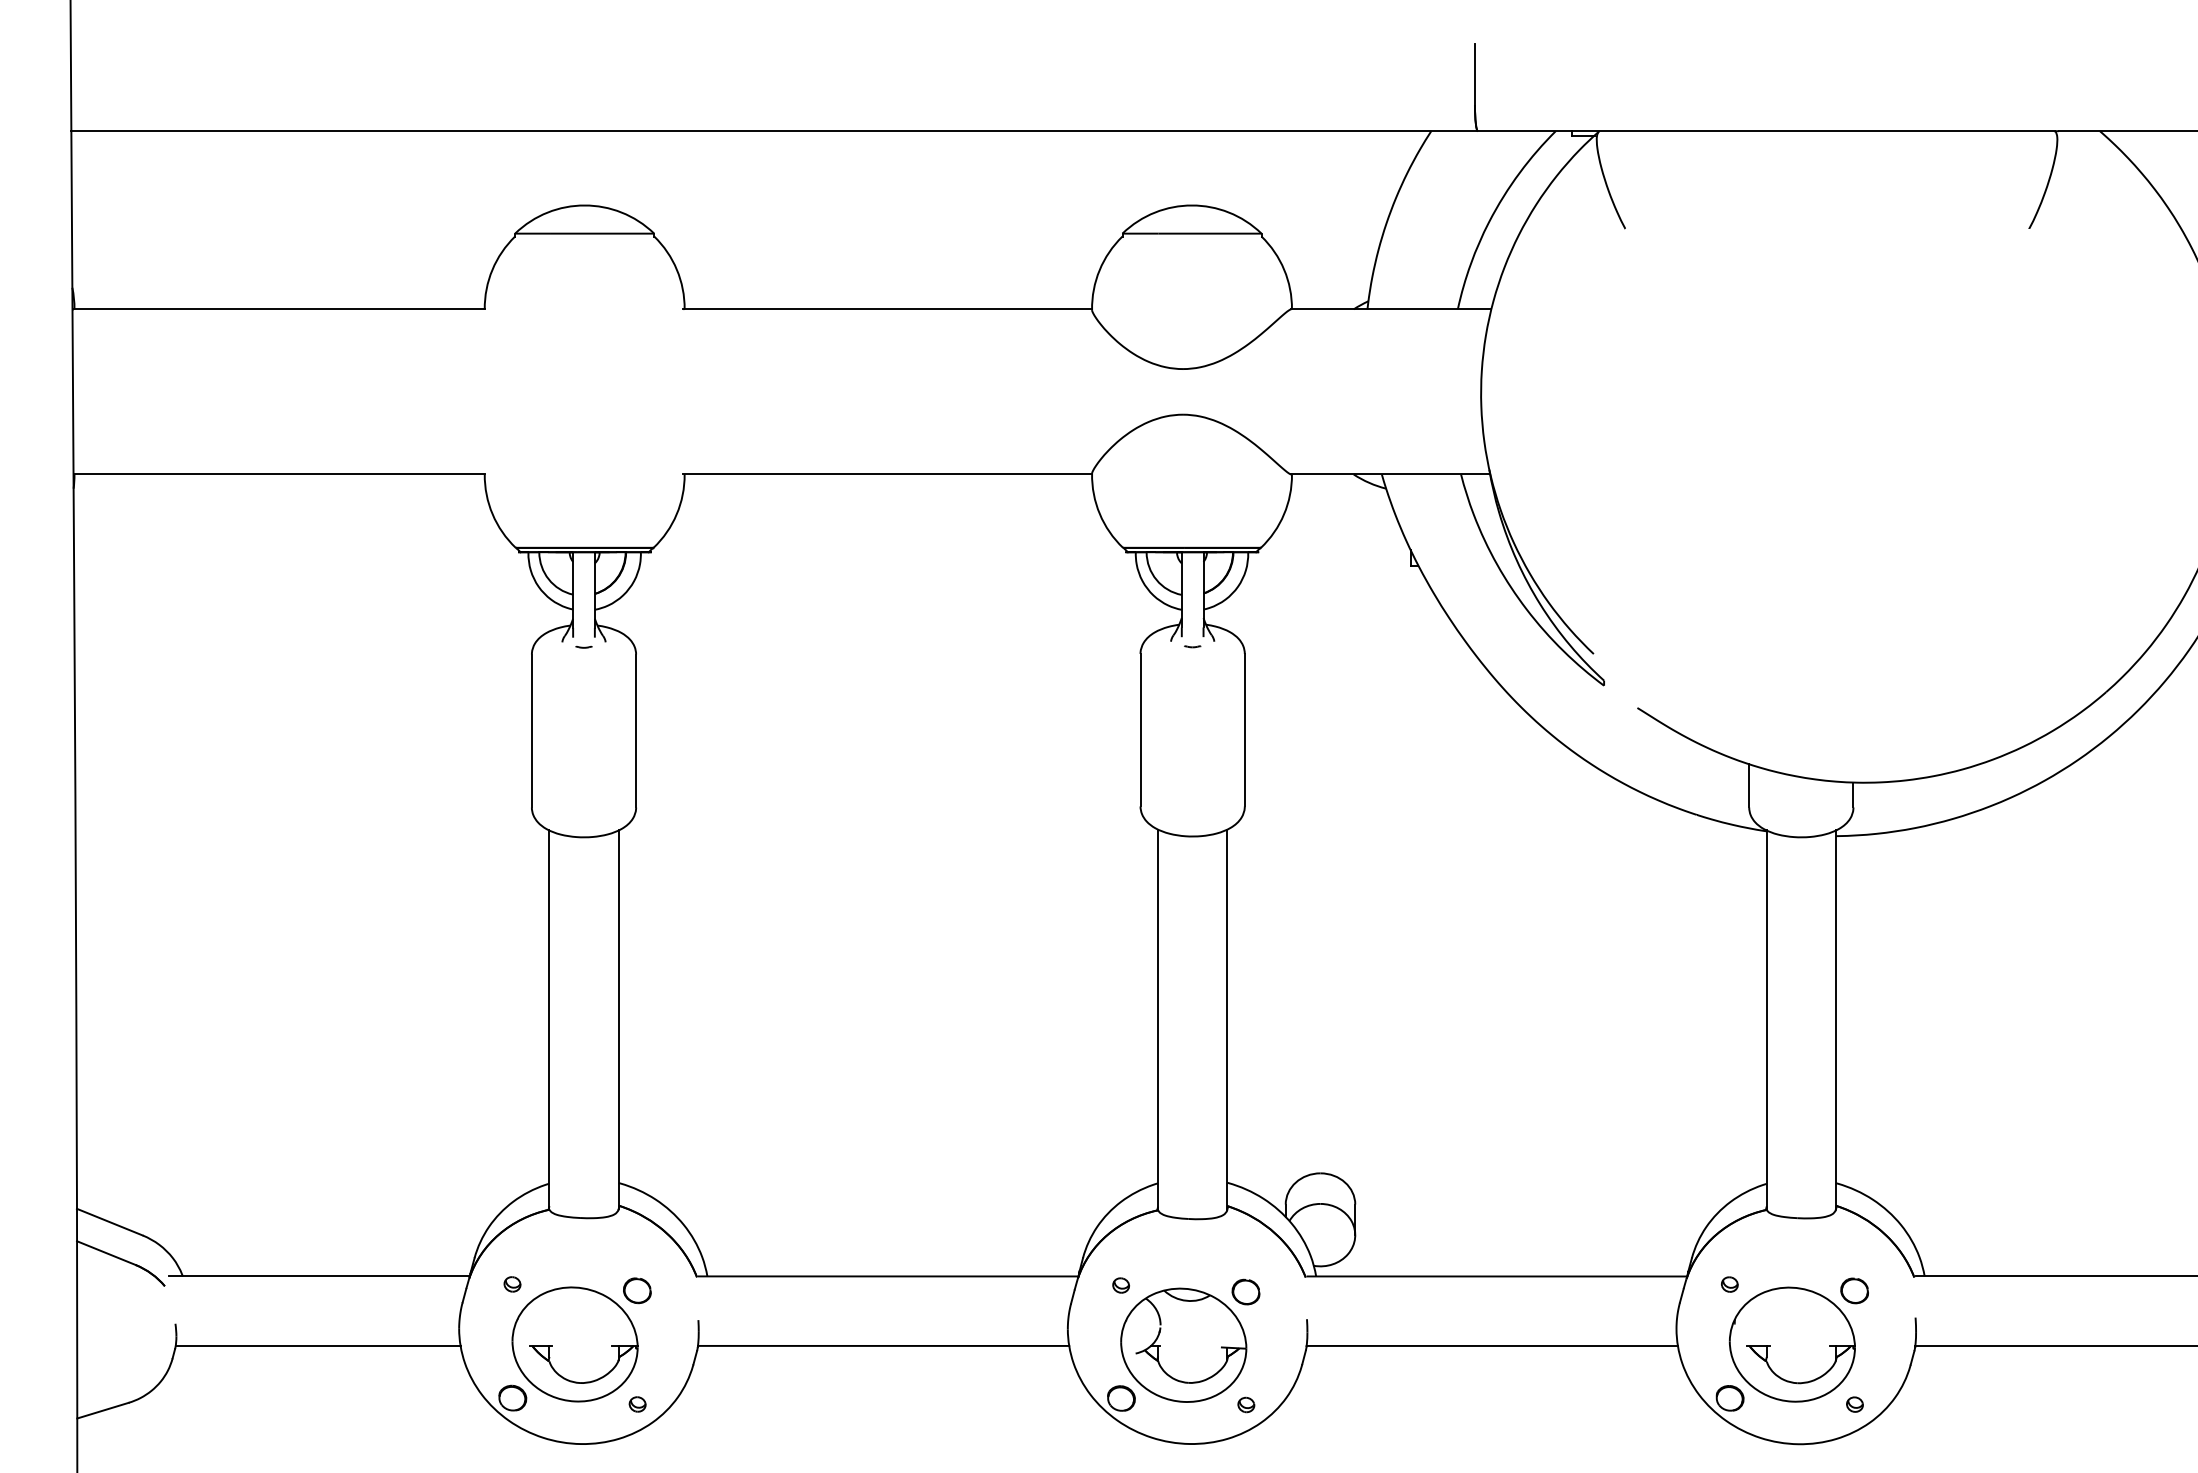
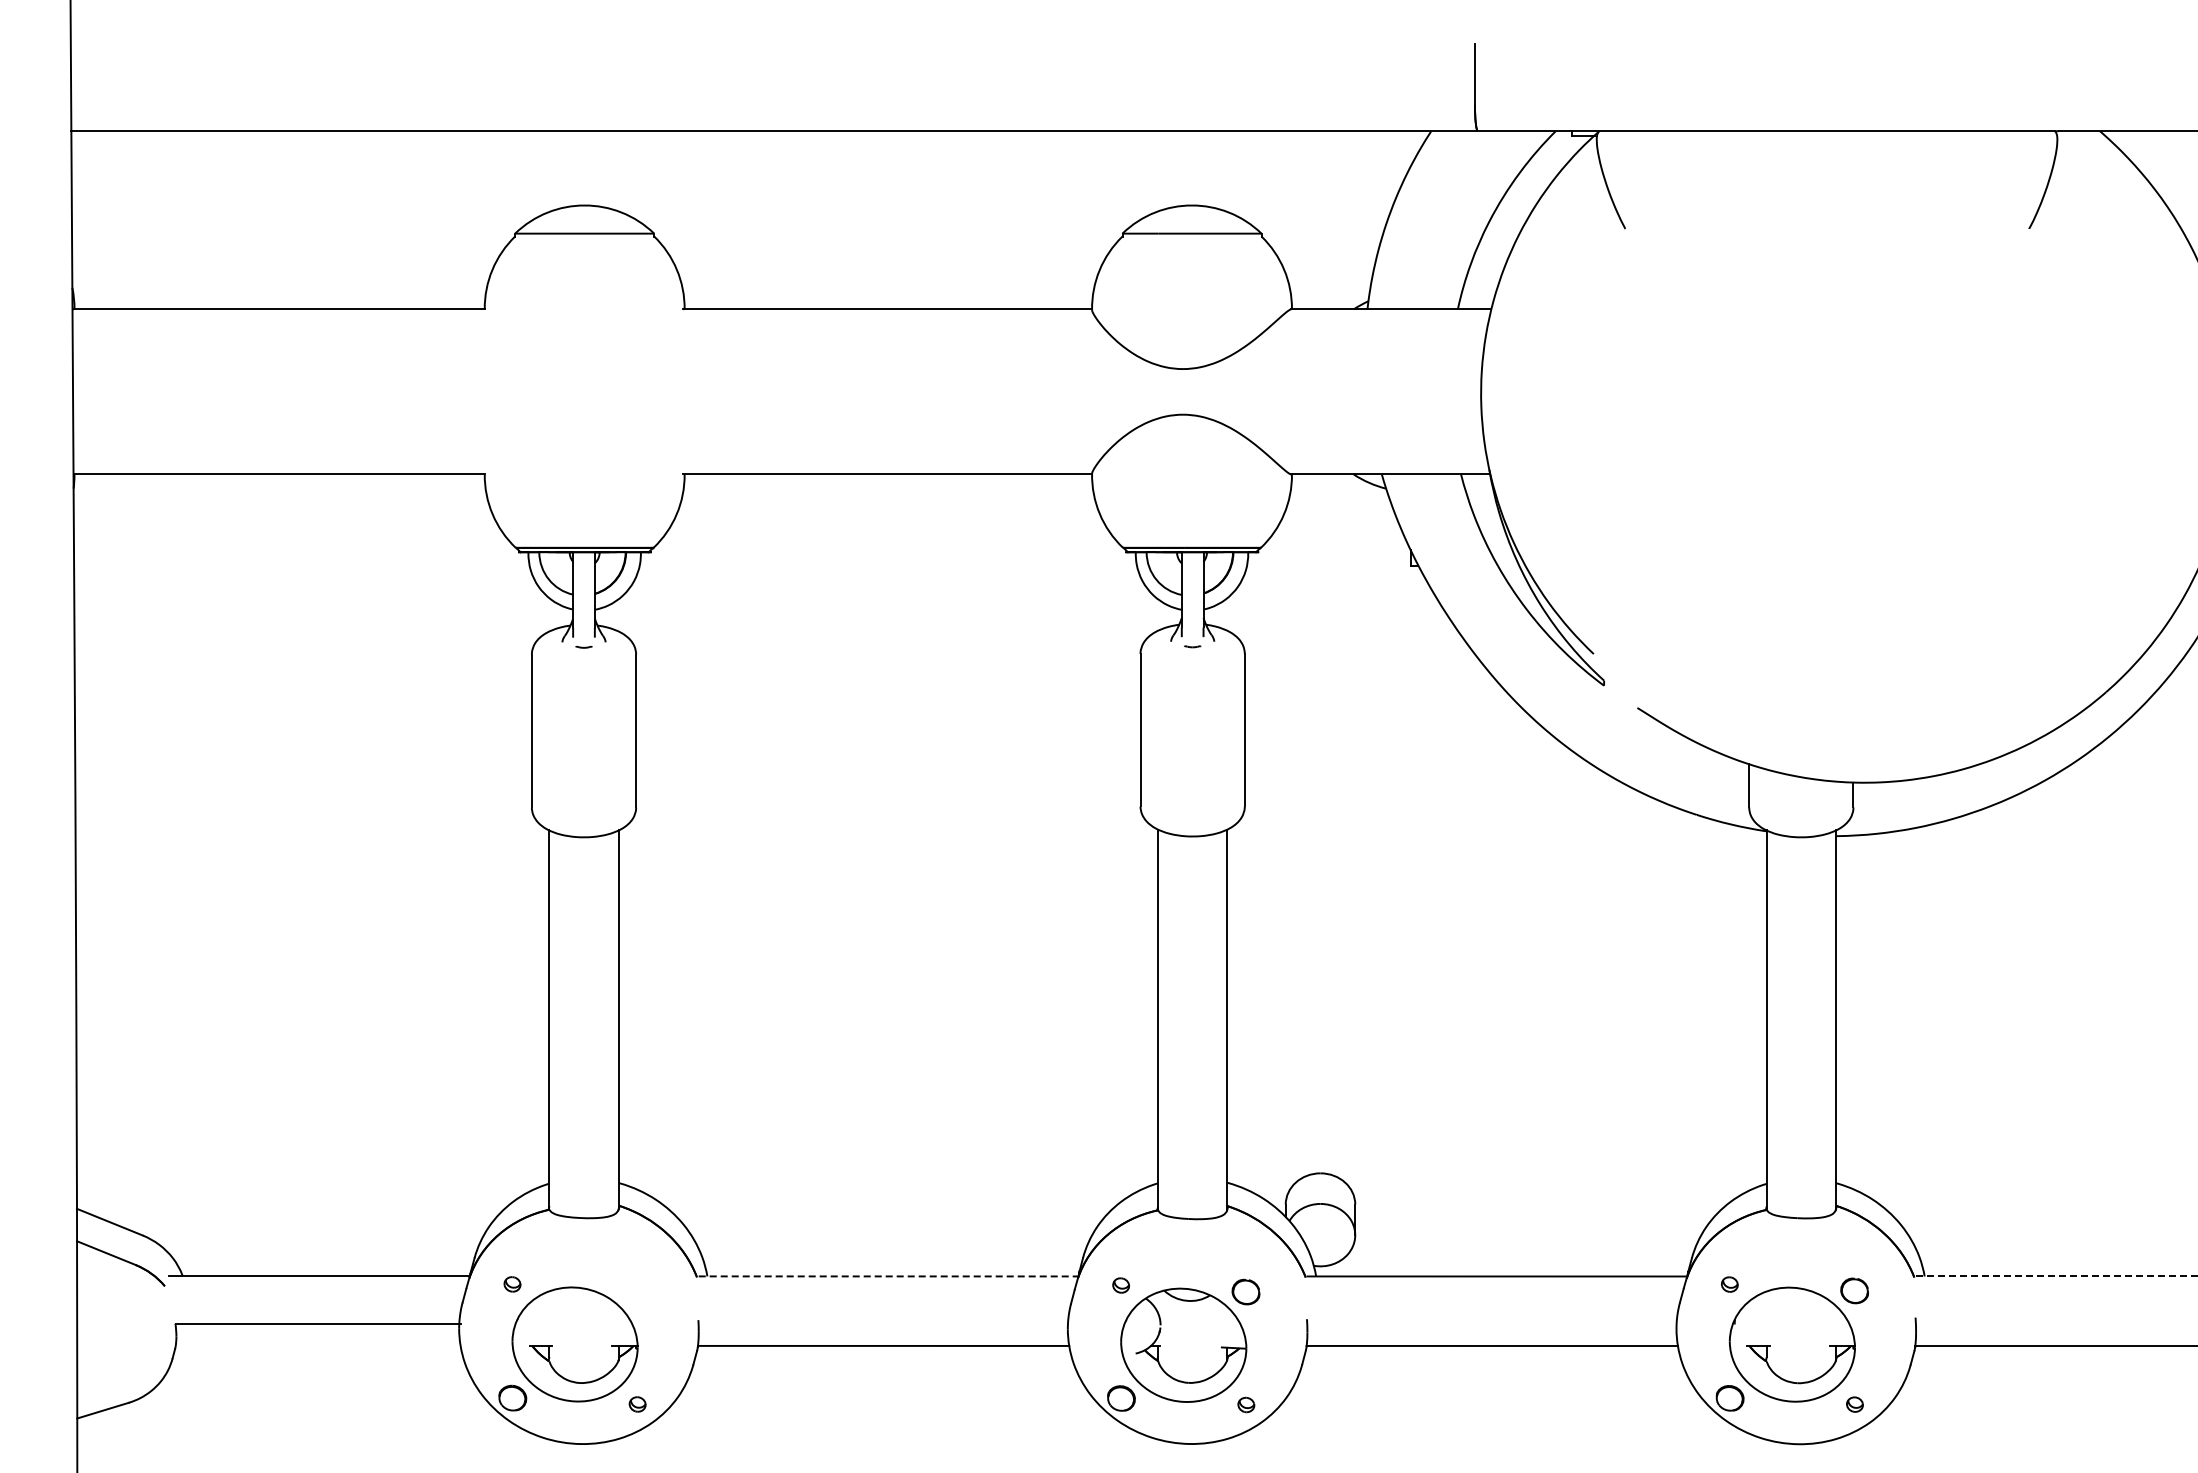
line at (888, 1276): solid -> dashed
line at (2057, 1276): solid -> dashed
part at (637, 1290): present -> none
line at (317, 1345) position: (317, 1345) -> (317, 1323)
